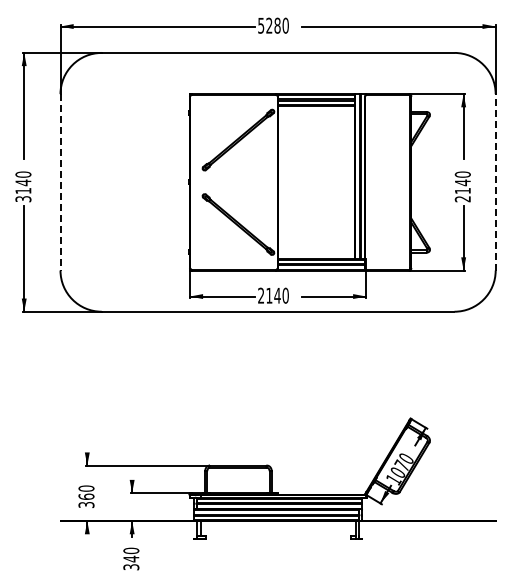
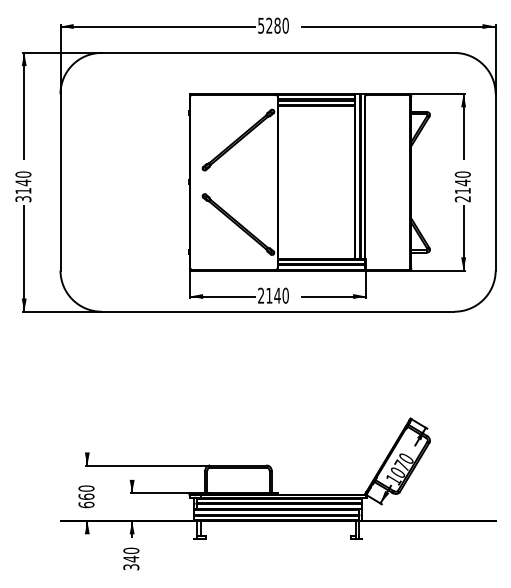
line at (495, 181): dashed -> solid
line at (60, 182): dashed -> solid
text at (86, 504): 360 -> 660
